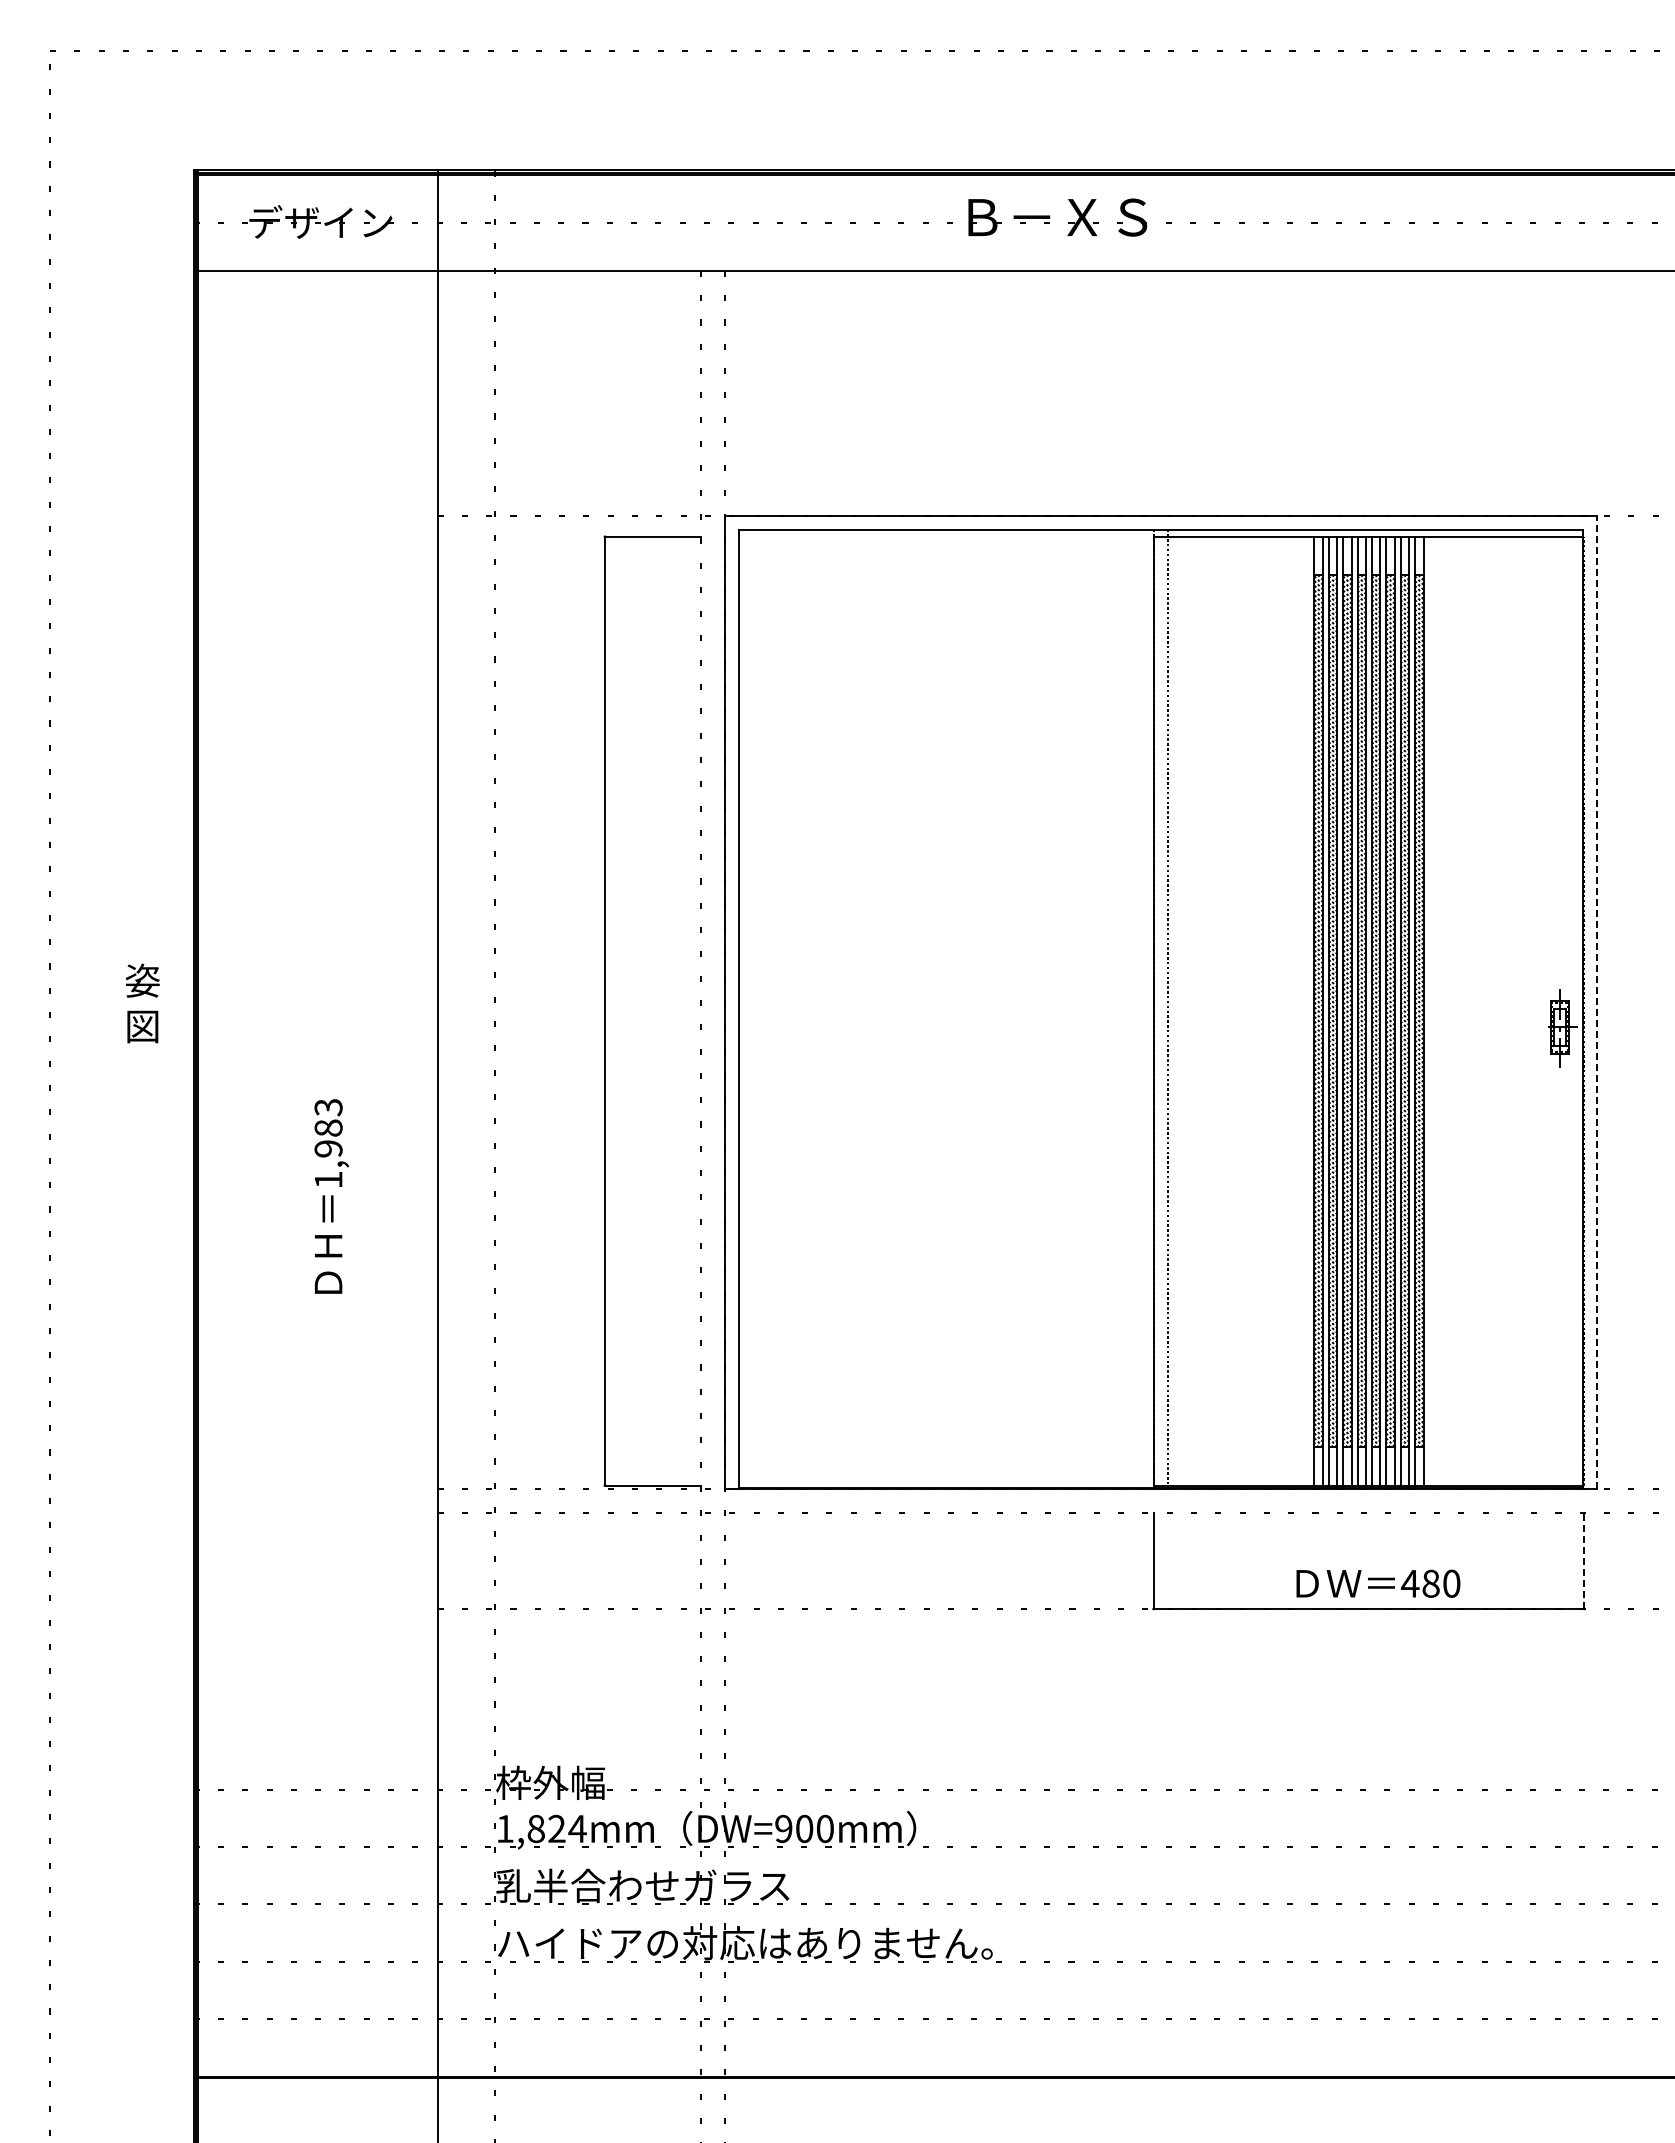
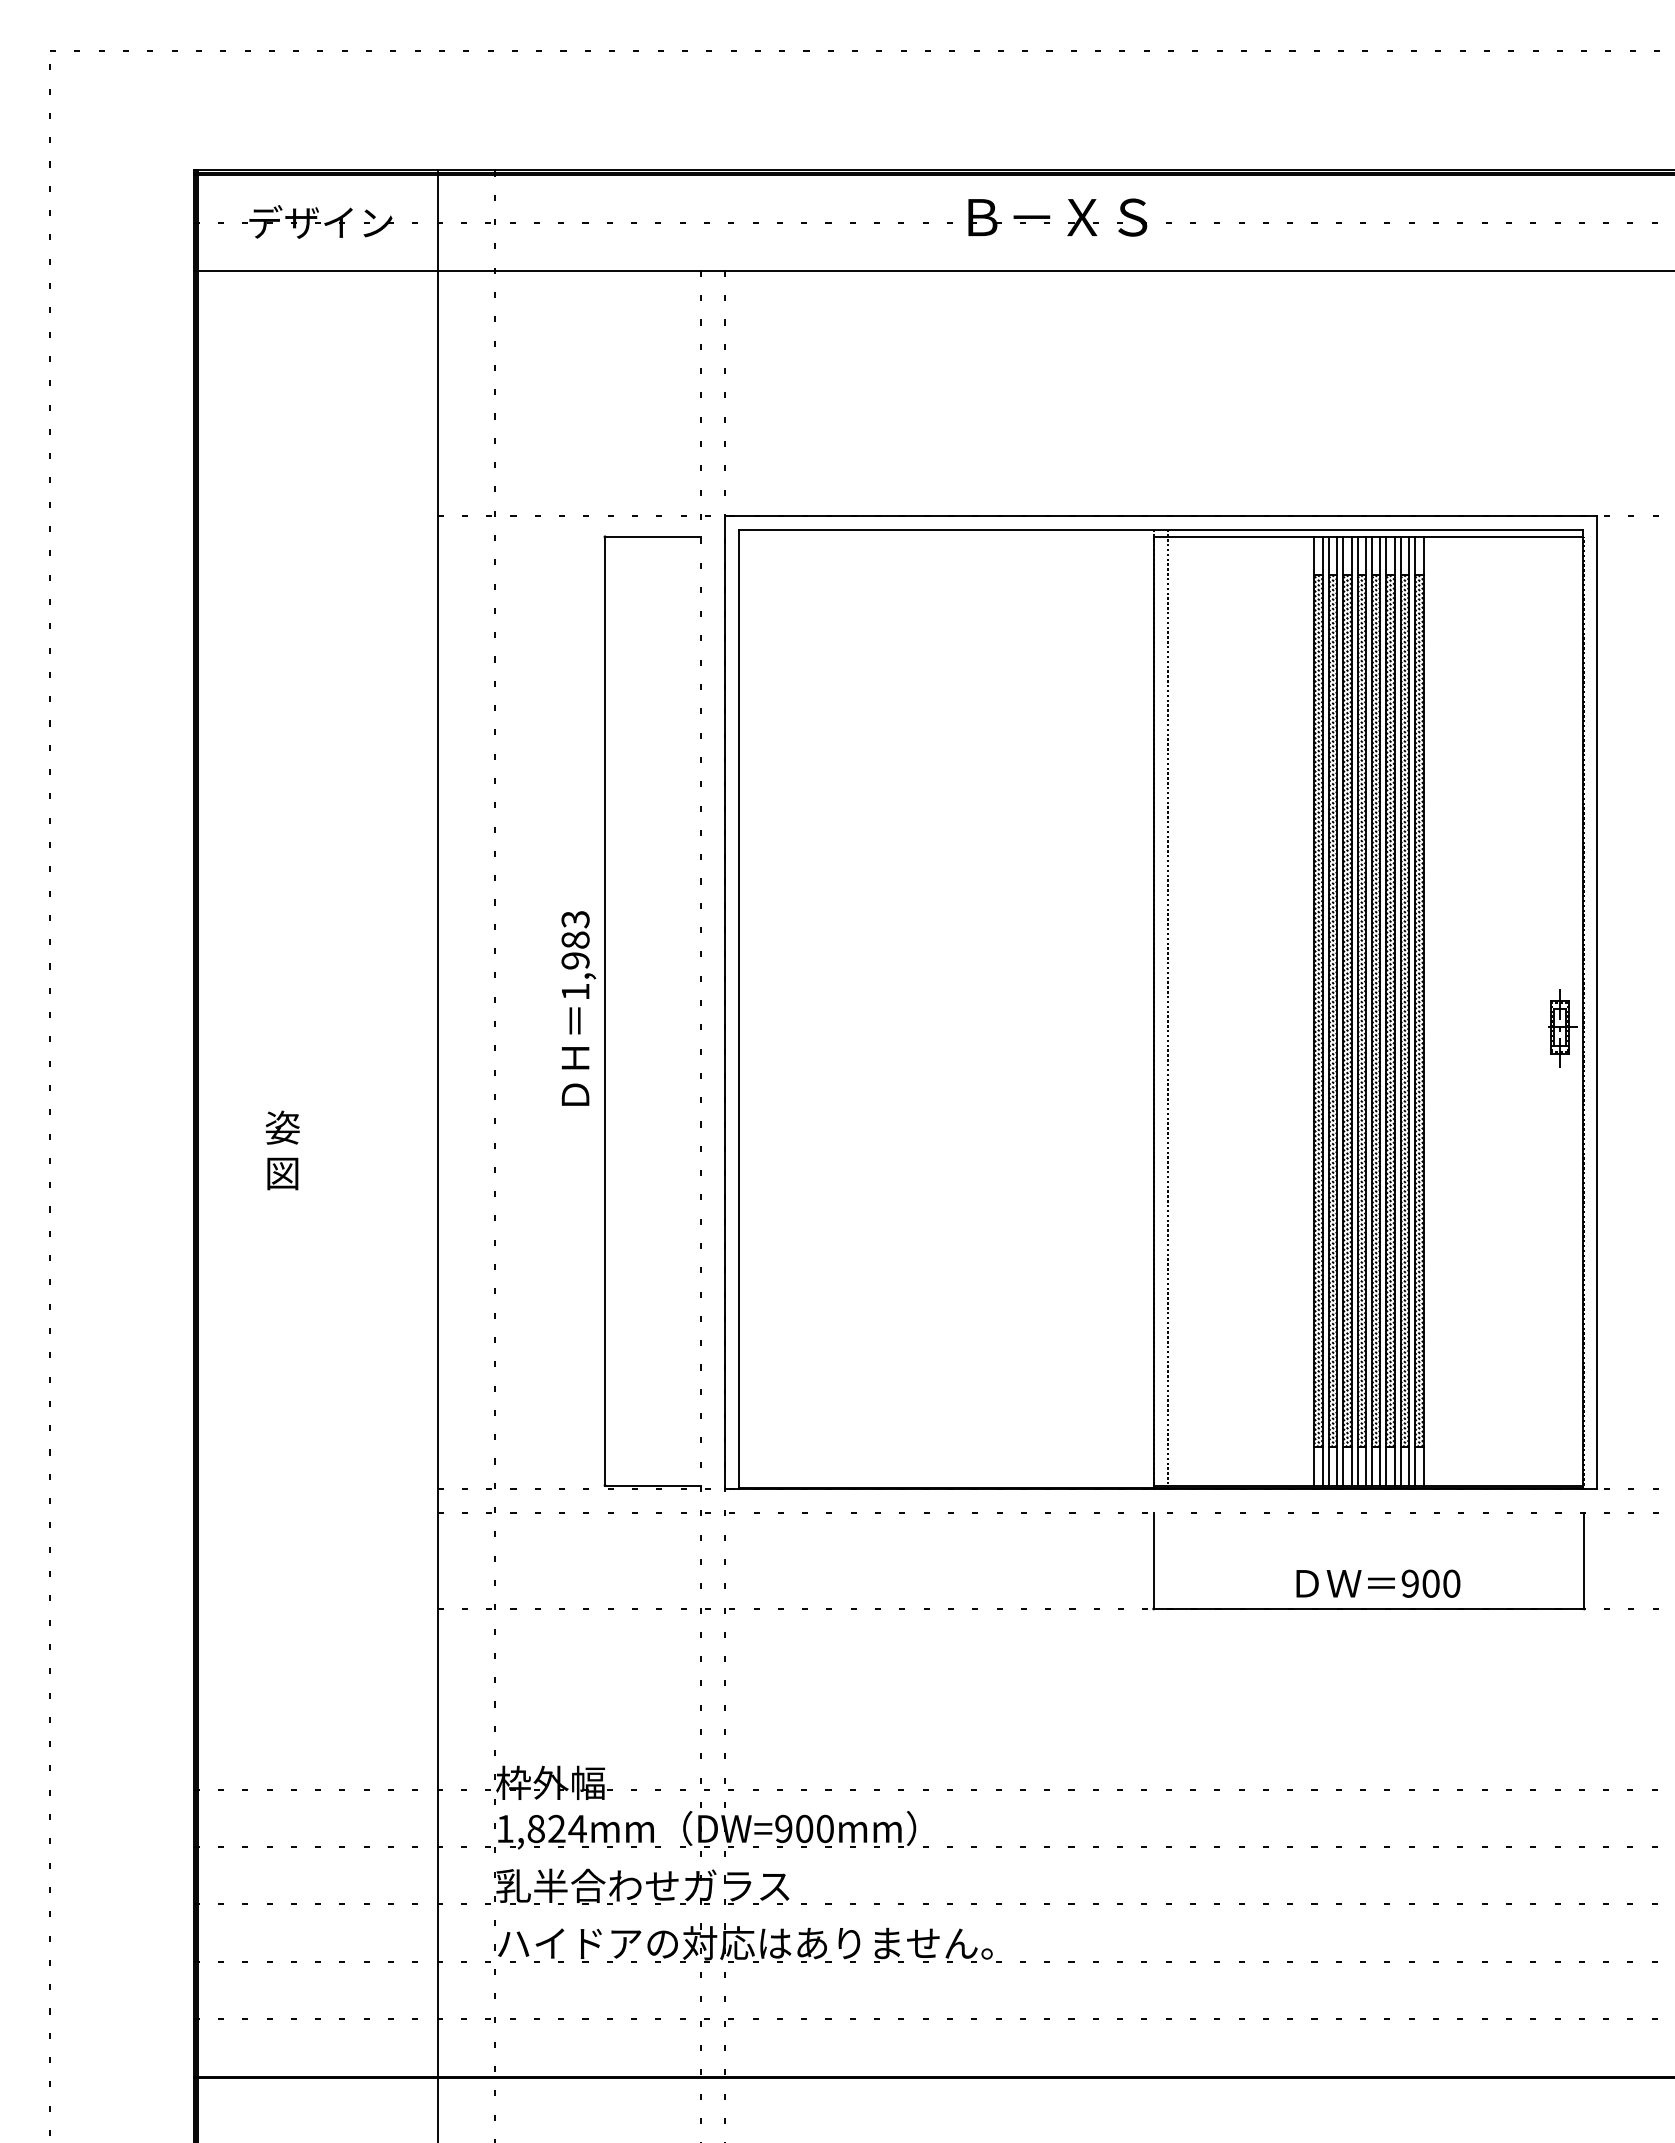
line at (1597, 1002): dashed -> solid
text at (142, 1003) position: (142, 1003) -> (282, 1150)
text at (331, 1196) position: (331, 1196) -> (578, 1008)
line at (1584, 1561): dashed -> solid
text at (1419, 1583): 480 -> 900
